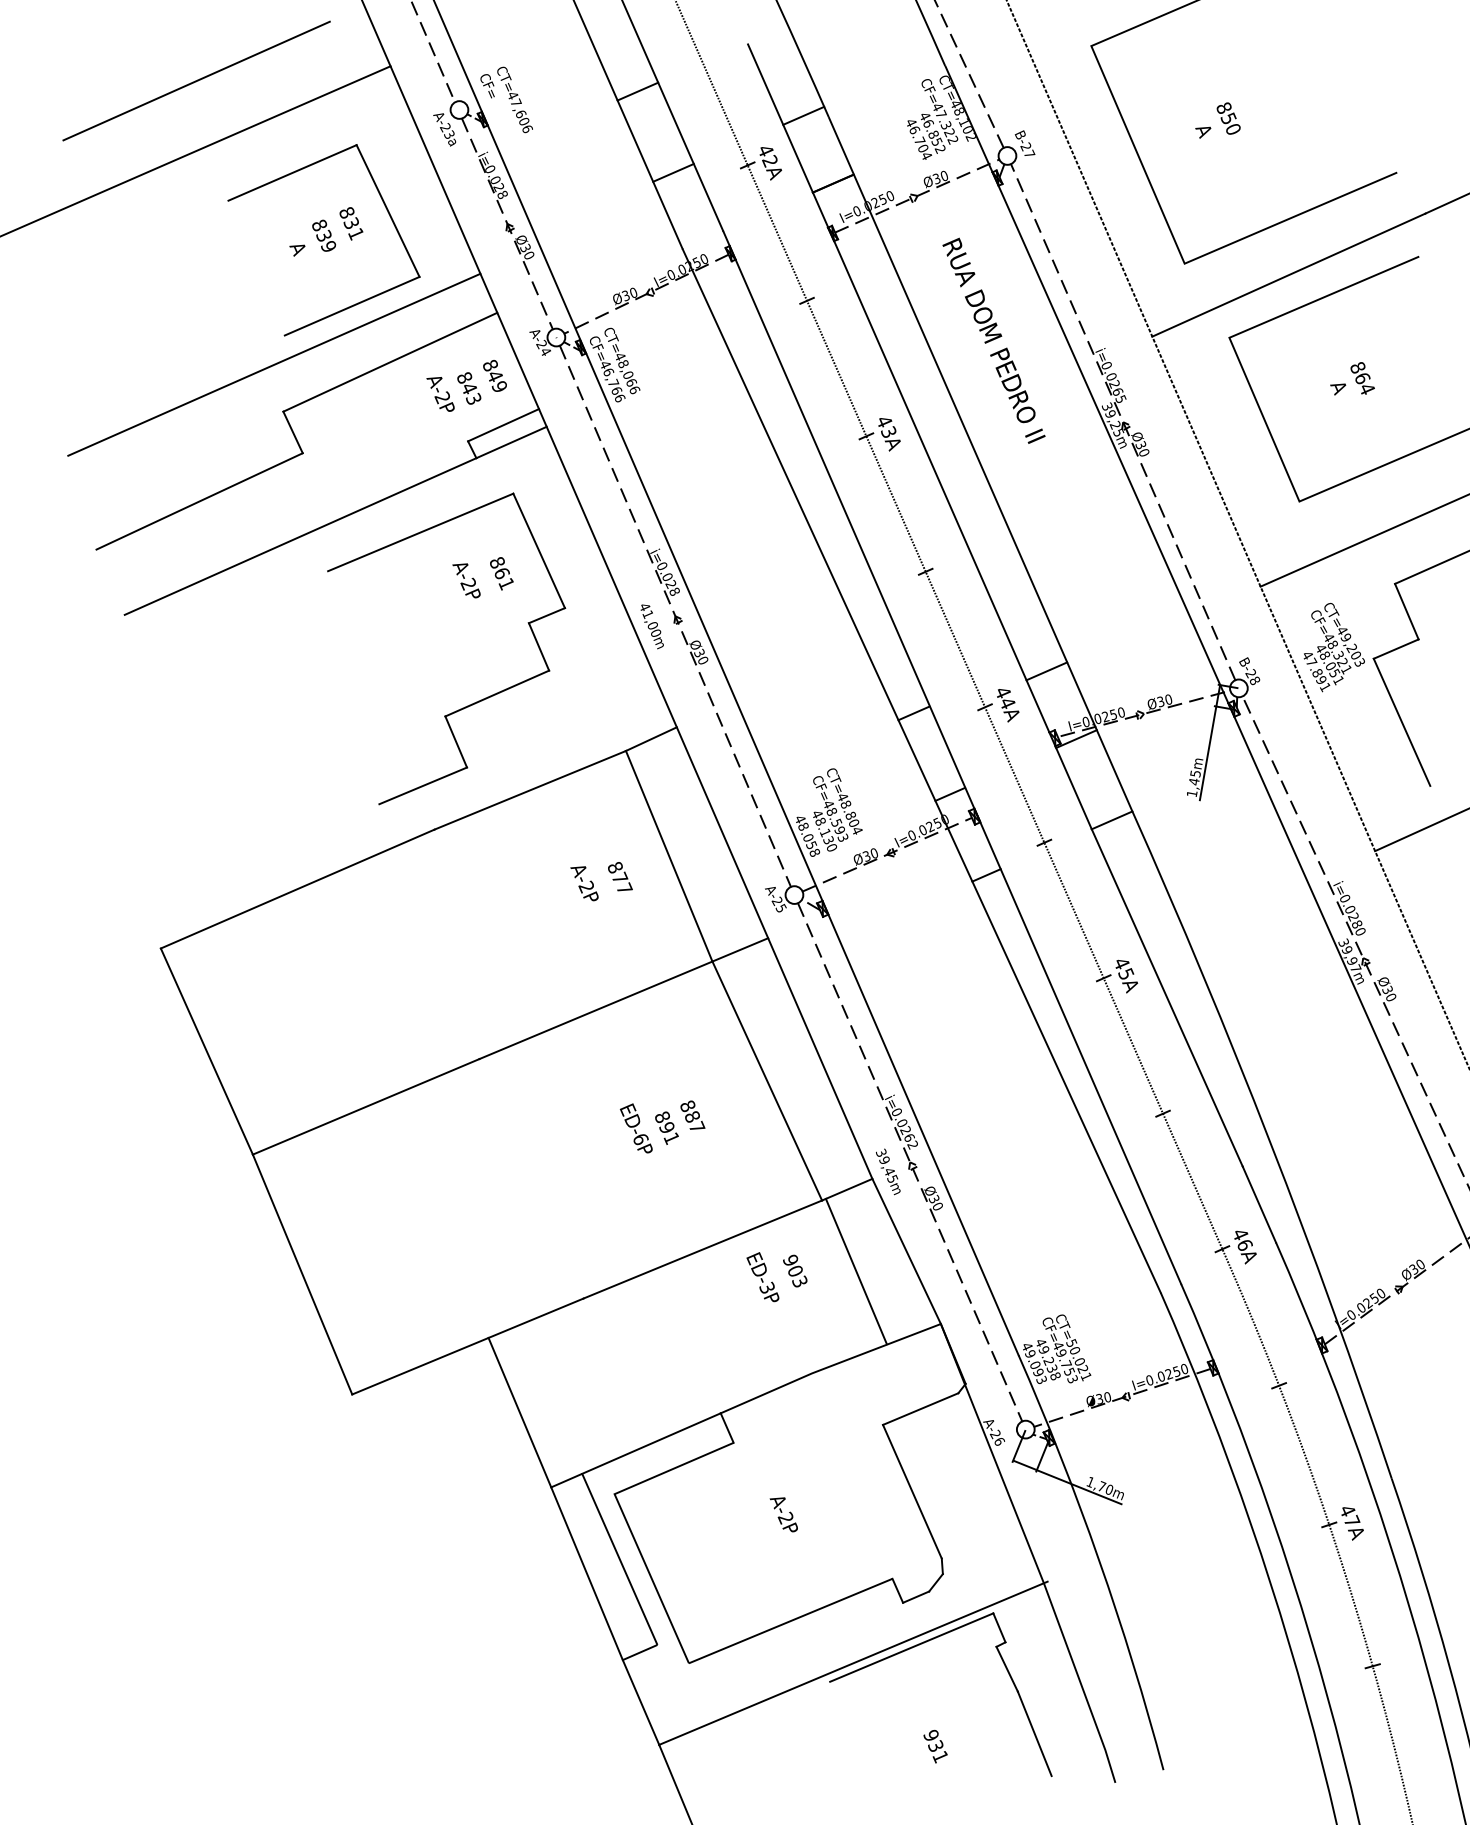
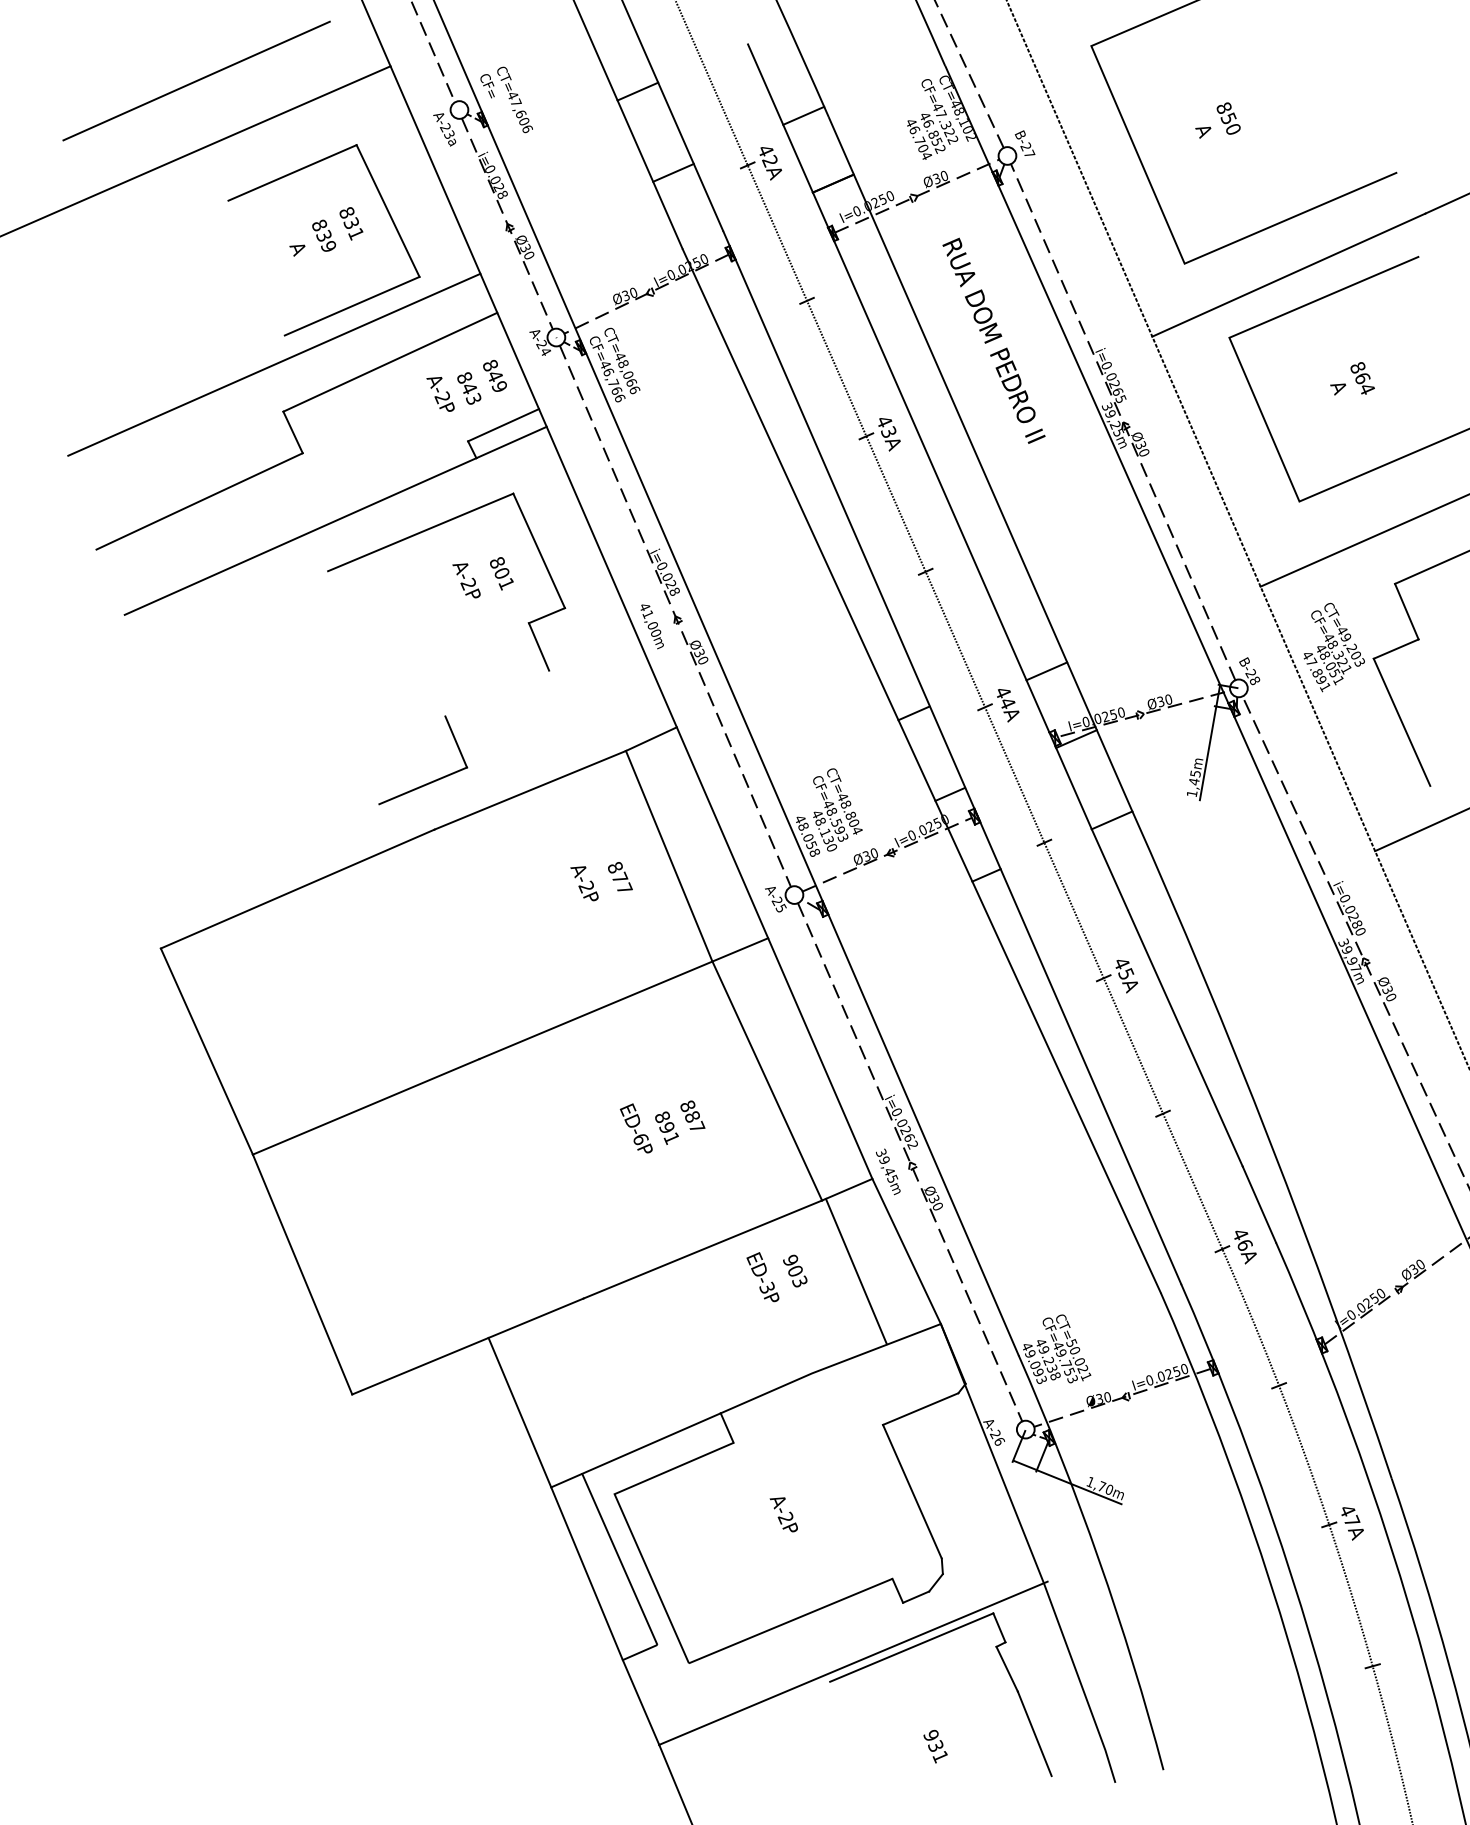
text at (502, 573): 861 -> 801
line at (497, 693): present -> none
